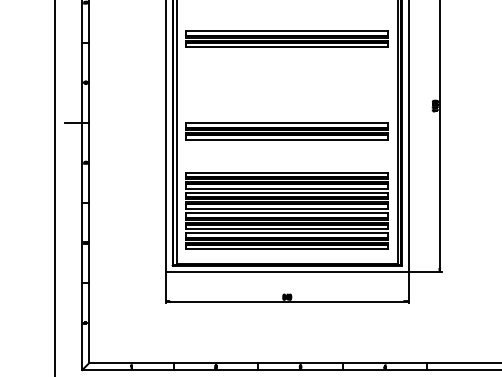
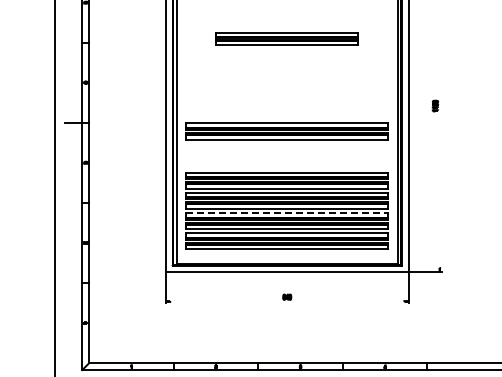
part at (286, 38) size: 204x18 px -> 144x14 px
line at (439, 135): present -> none
line at (287, 213): solid -> dashed
line at (287, 301): present -> none
